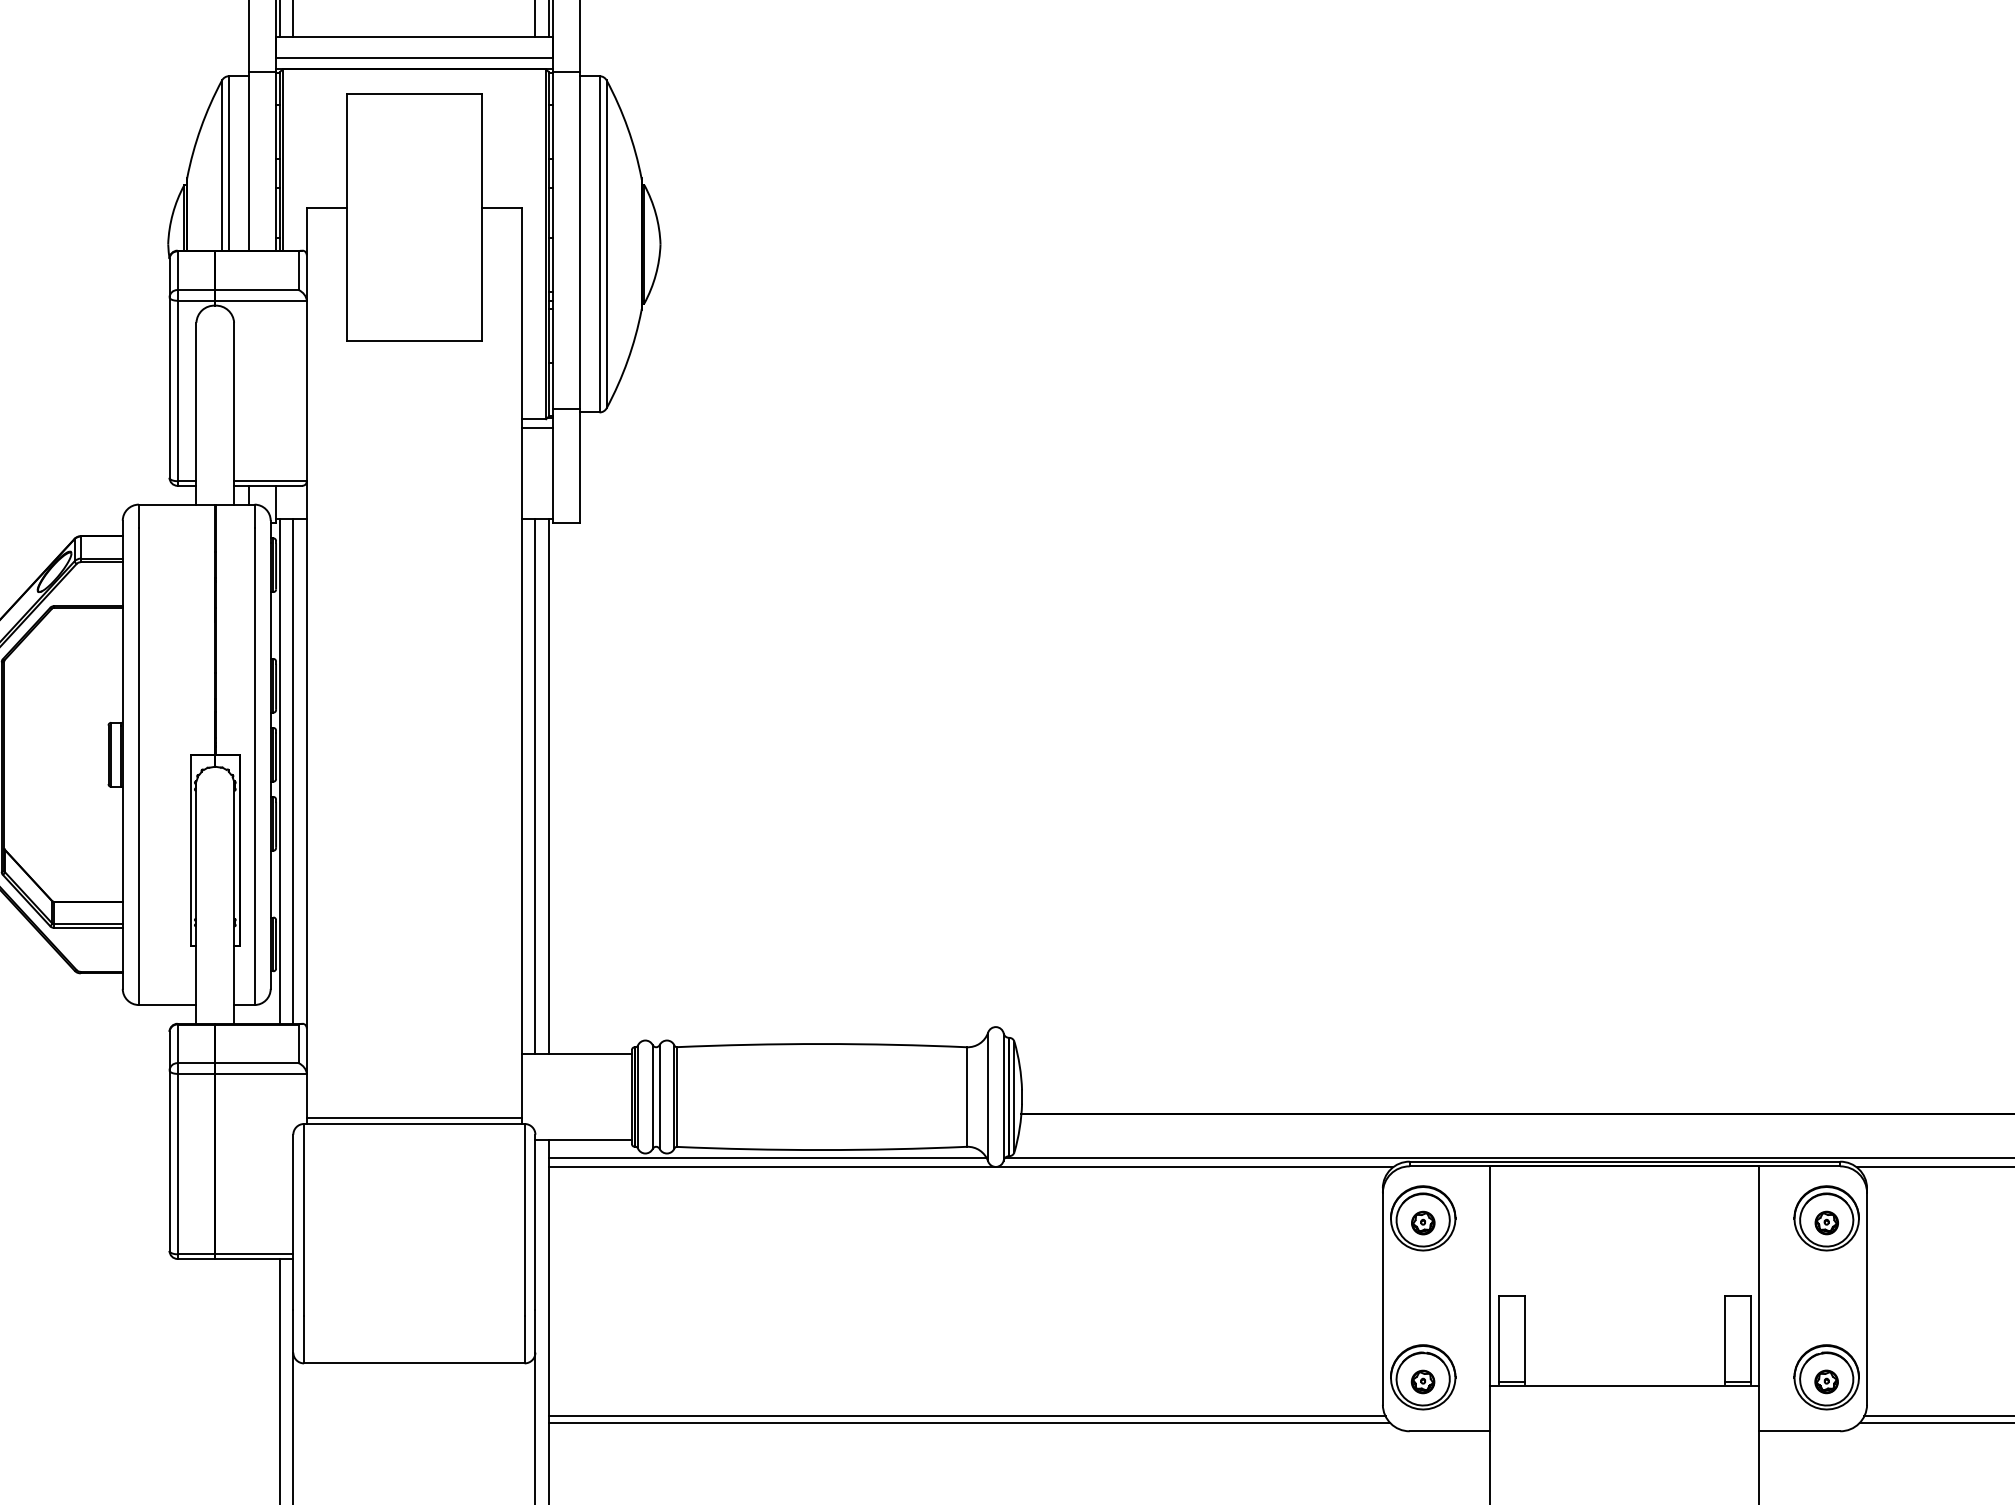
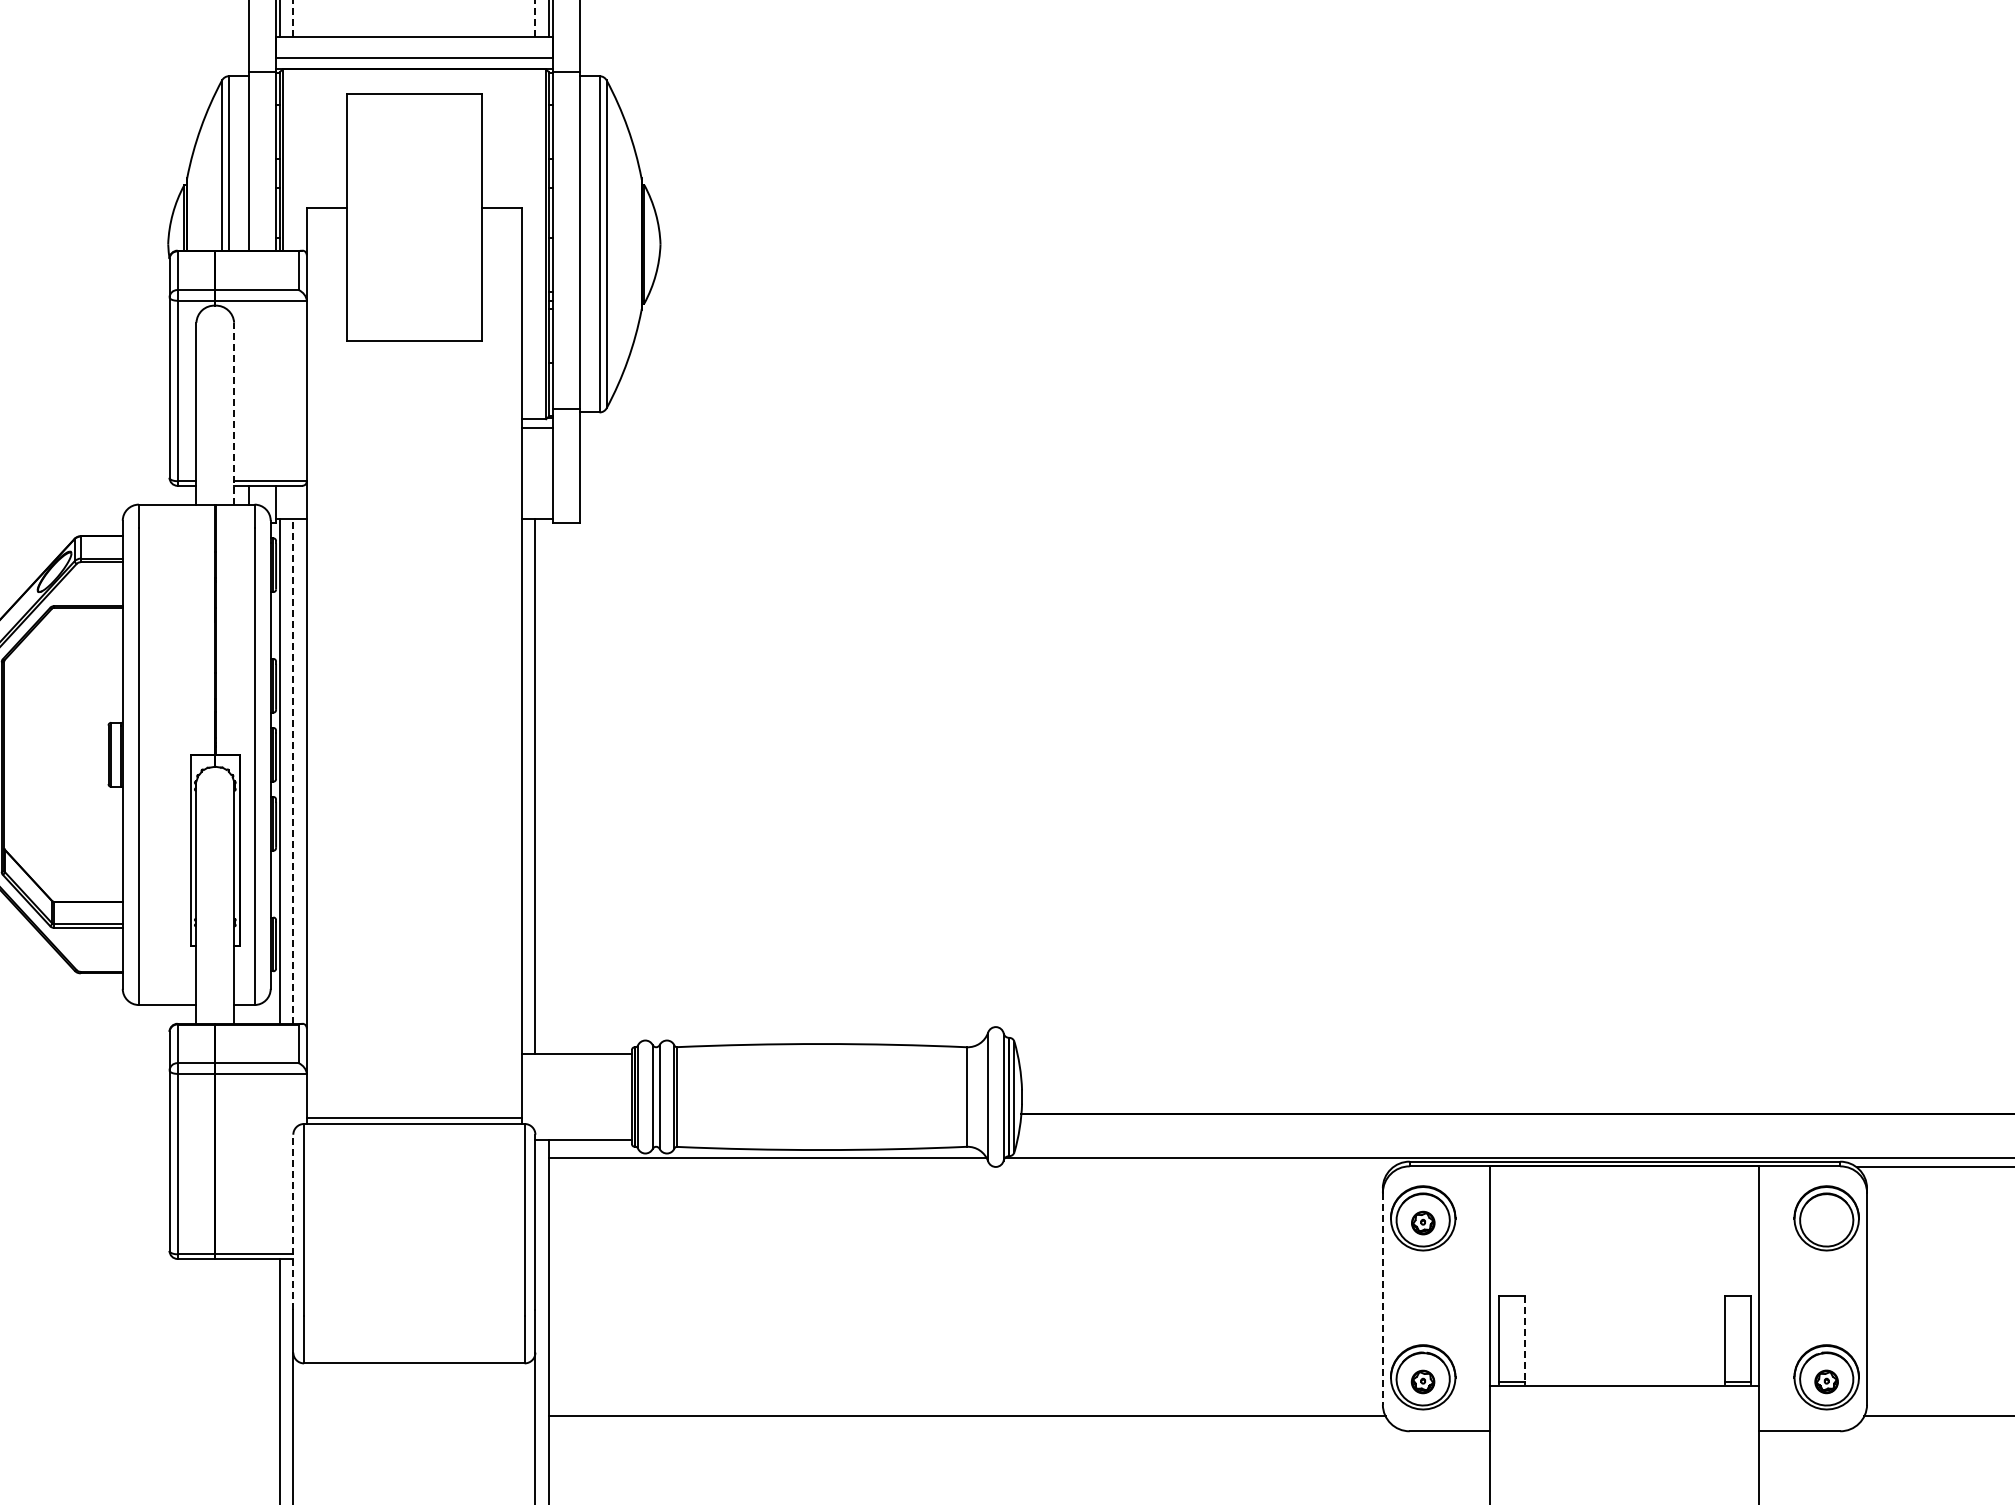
line at (293, 18): solid -> dashed
line at (535, 18): solid -> dashed
line at (234, 413): solid -> dashed
line at (293, 771): solid -> dashed
line at (548, 786): present -> none
line at (970, 1167): present -> none
line at (293, 1221): solid -> dashed
part at (1826, 1222): present -> none
line at (1382, 1298): solid -> dashed
line at (1525, 1339): solid -> dashed
line at (969, 1423): present -> none
line at (1935, 1423): present -> none
